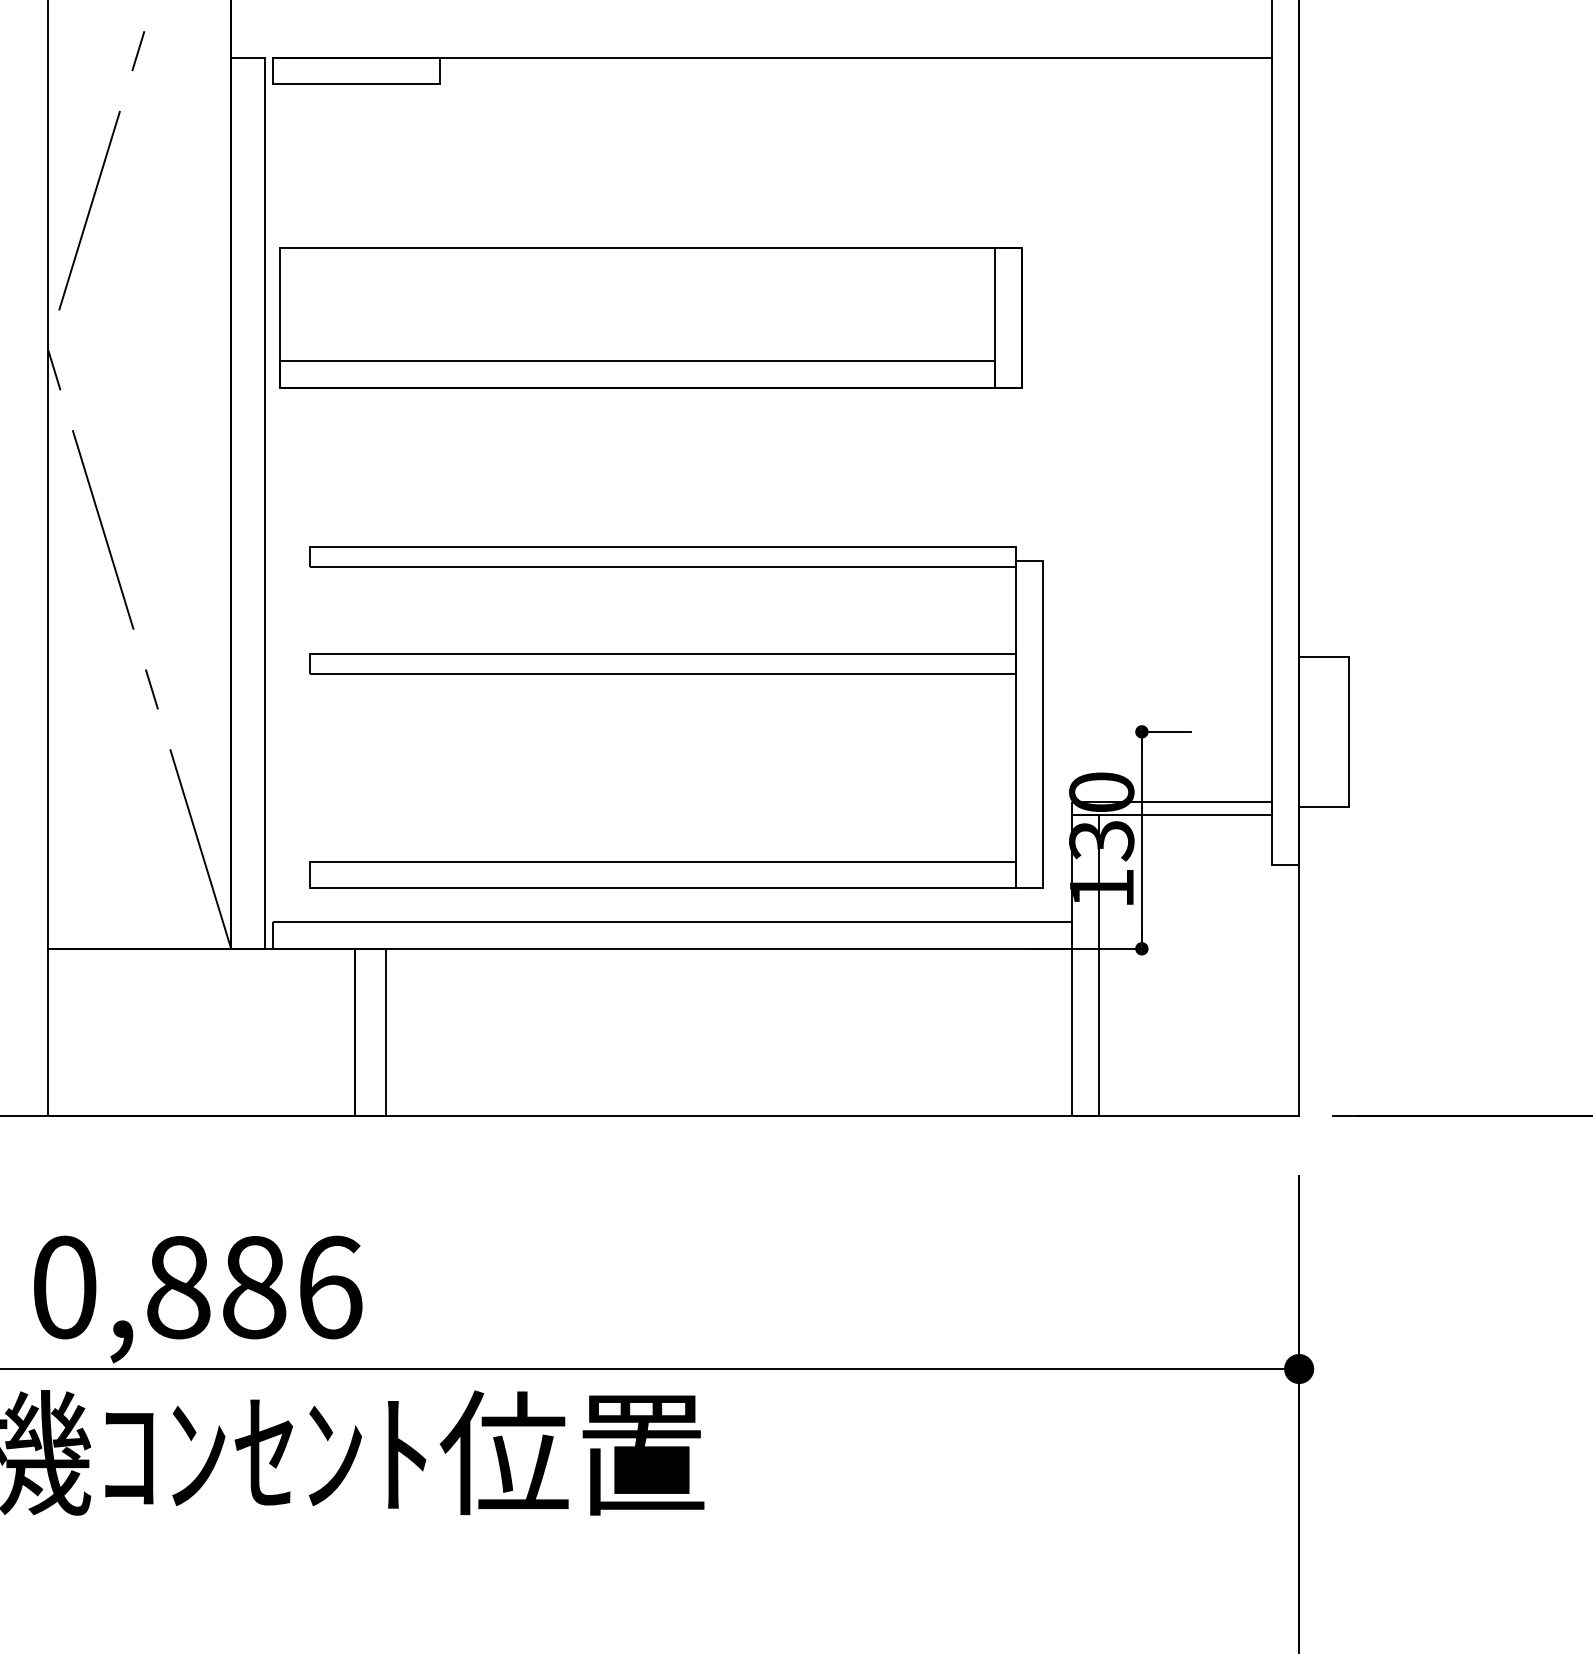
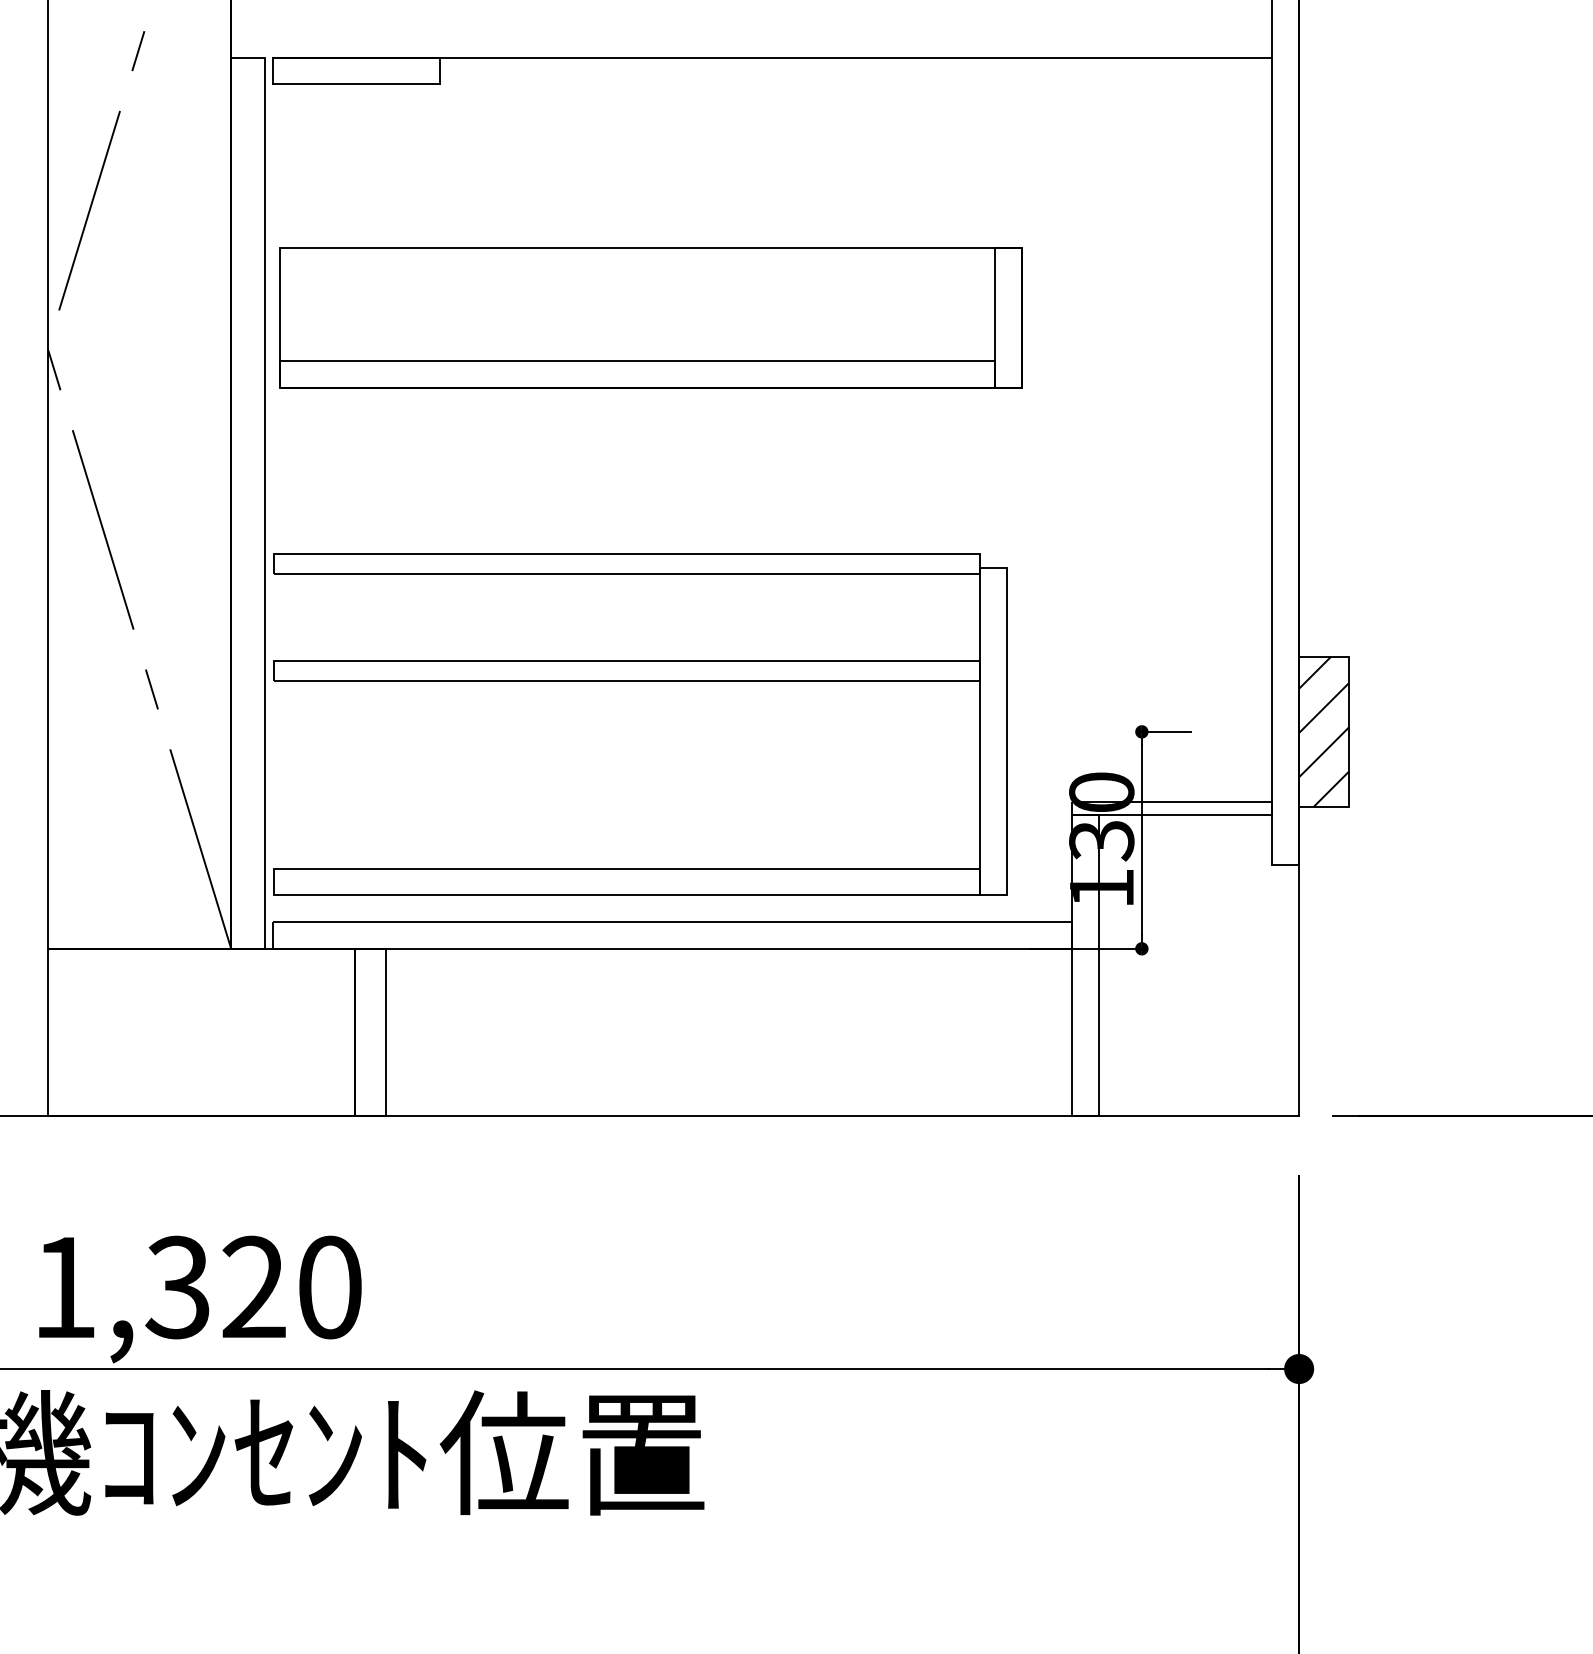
part at (676, 674) position: (676, 674) -> (640, 681)
hatch at (1324, 731): none -> present
text at (198, 1287): 0,886 -> 1,320
